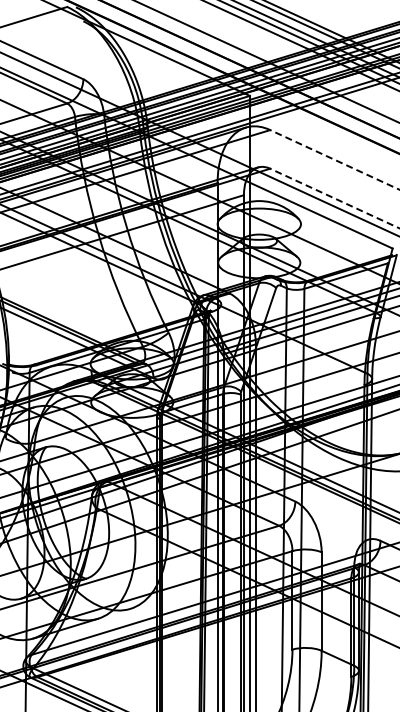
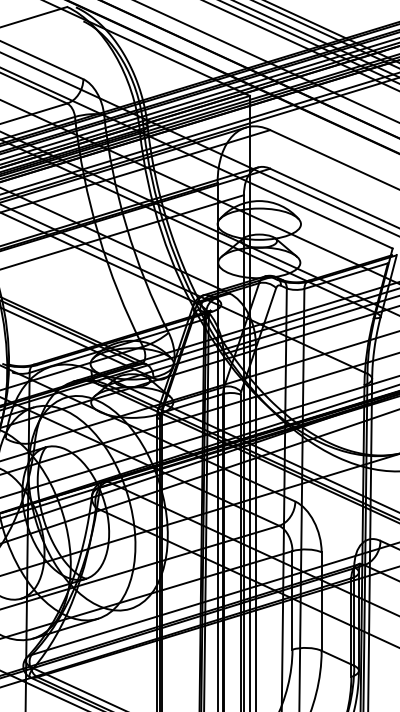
line at (334, 159): dashed -> solid
line at (334, 198): dashed -> solid
